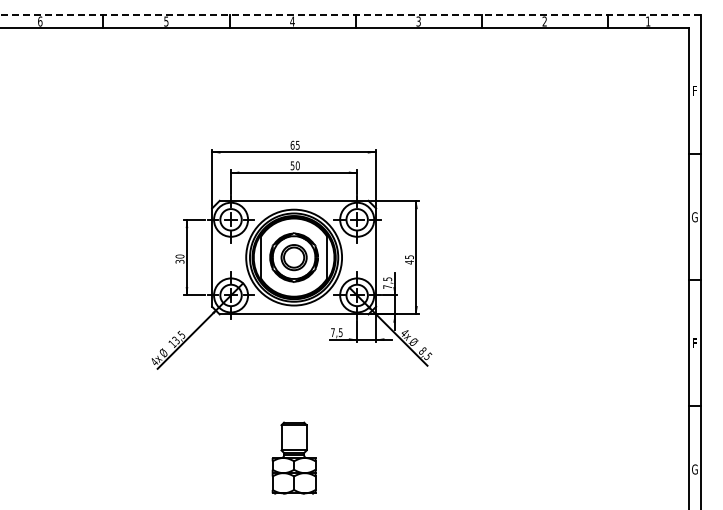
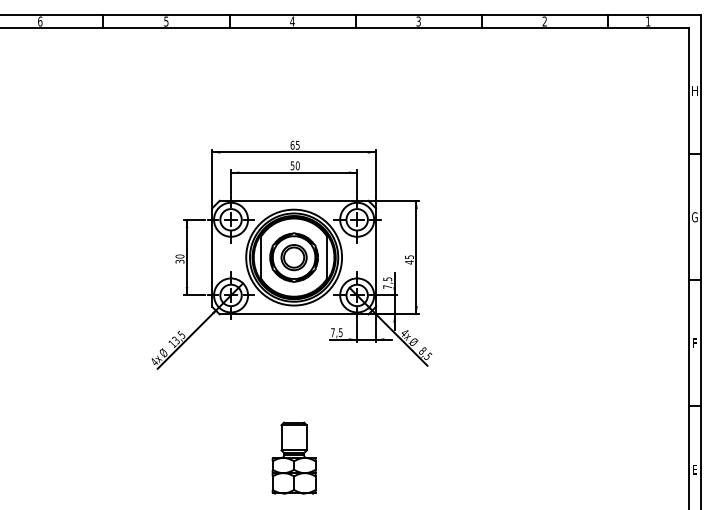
line at (351, 15): dashed -> solid
text at (694, 90): F -> H
text at (694, 469): G -> E
